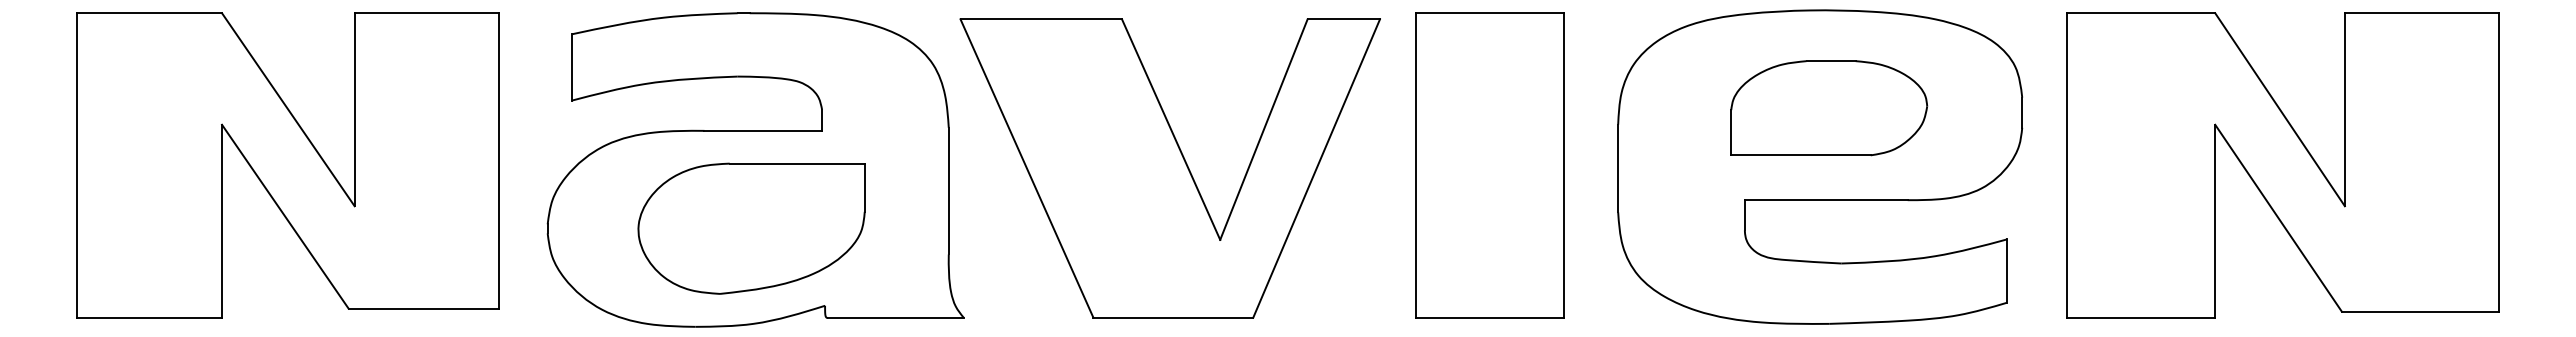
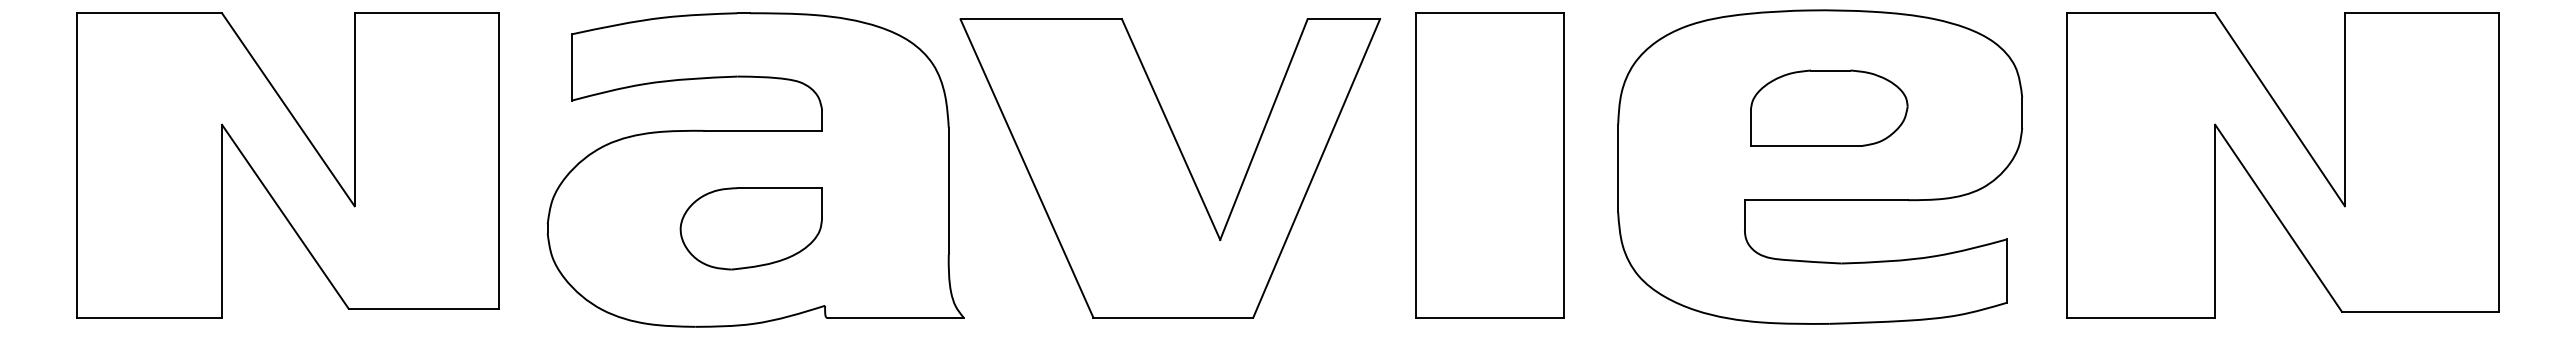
part at (1829, 108) size: 199x97 px -> 159x78 px
part at (751, 228) size: 229x133 px -> 144x84 px
